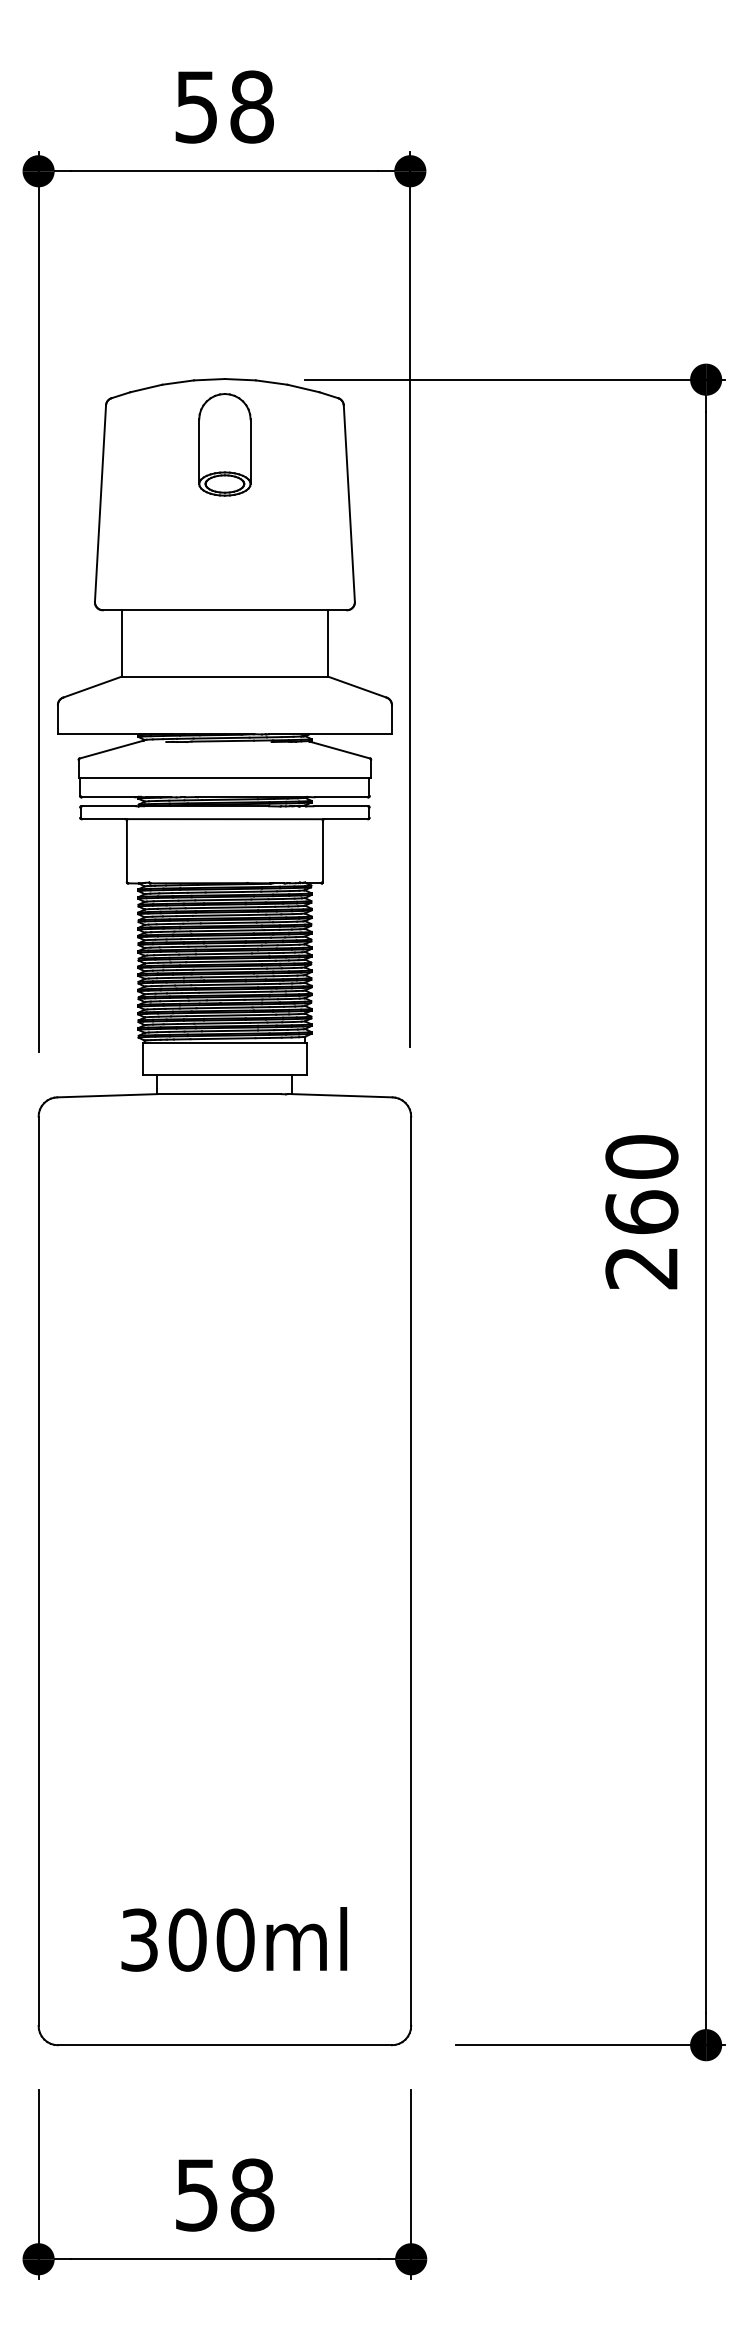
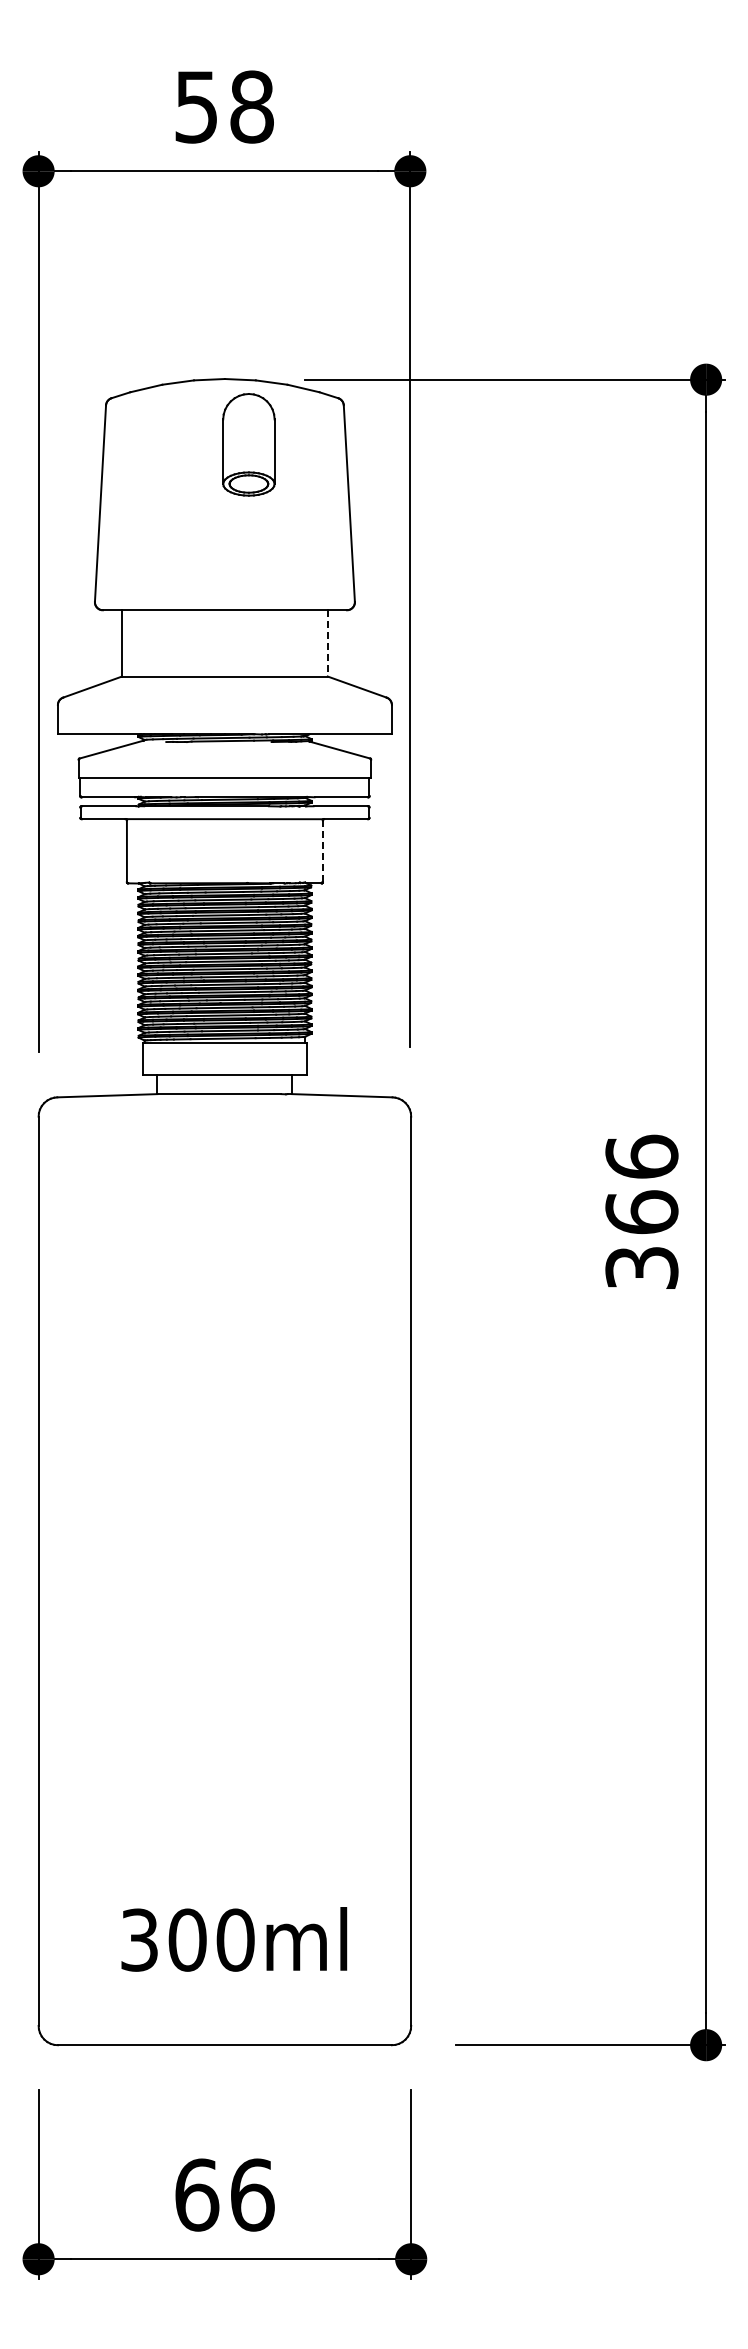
part at (224, 444) position: (224, 444) -> (248, 444)
line at (327, 643): solid -> dashed
line at (322, 851): solid -> dashed
text at (641, 1211): 260 -> 366
text at (224, 2194): 58 -> 66
